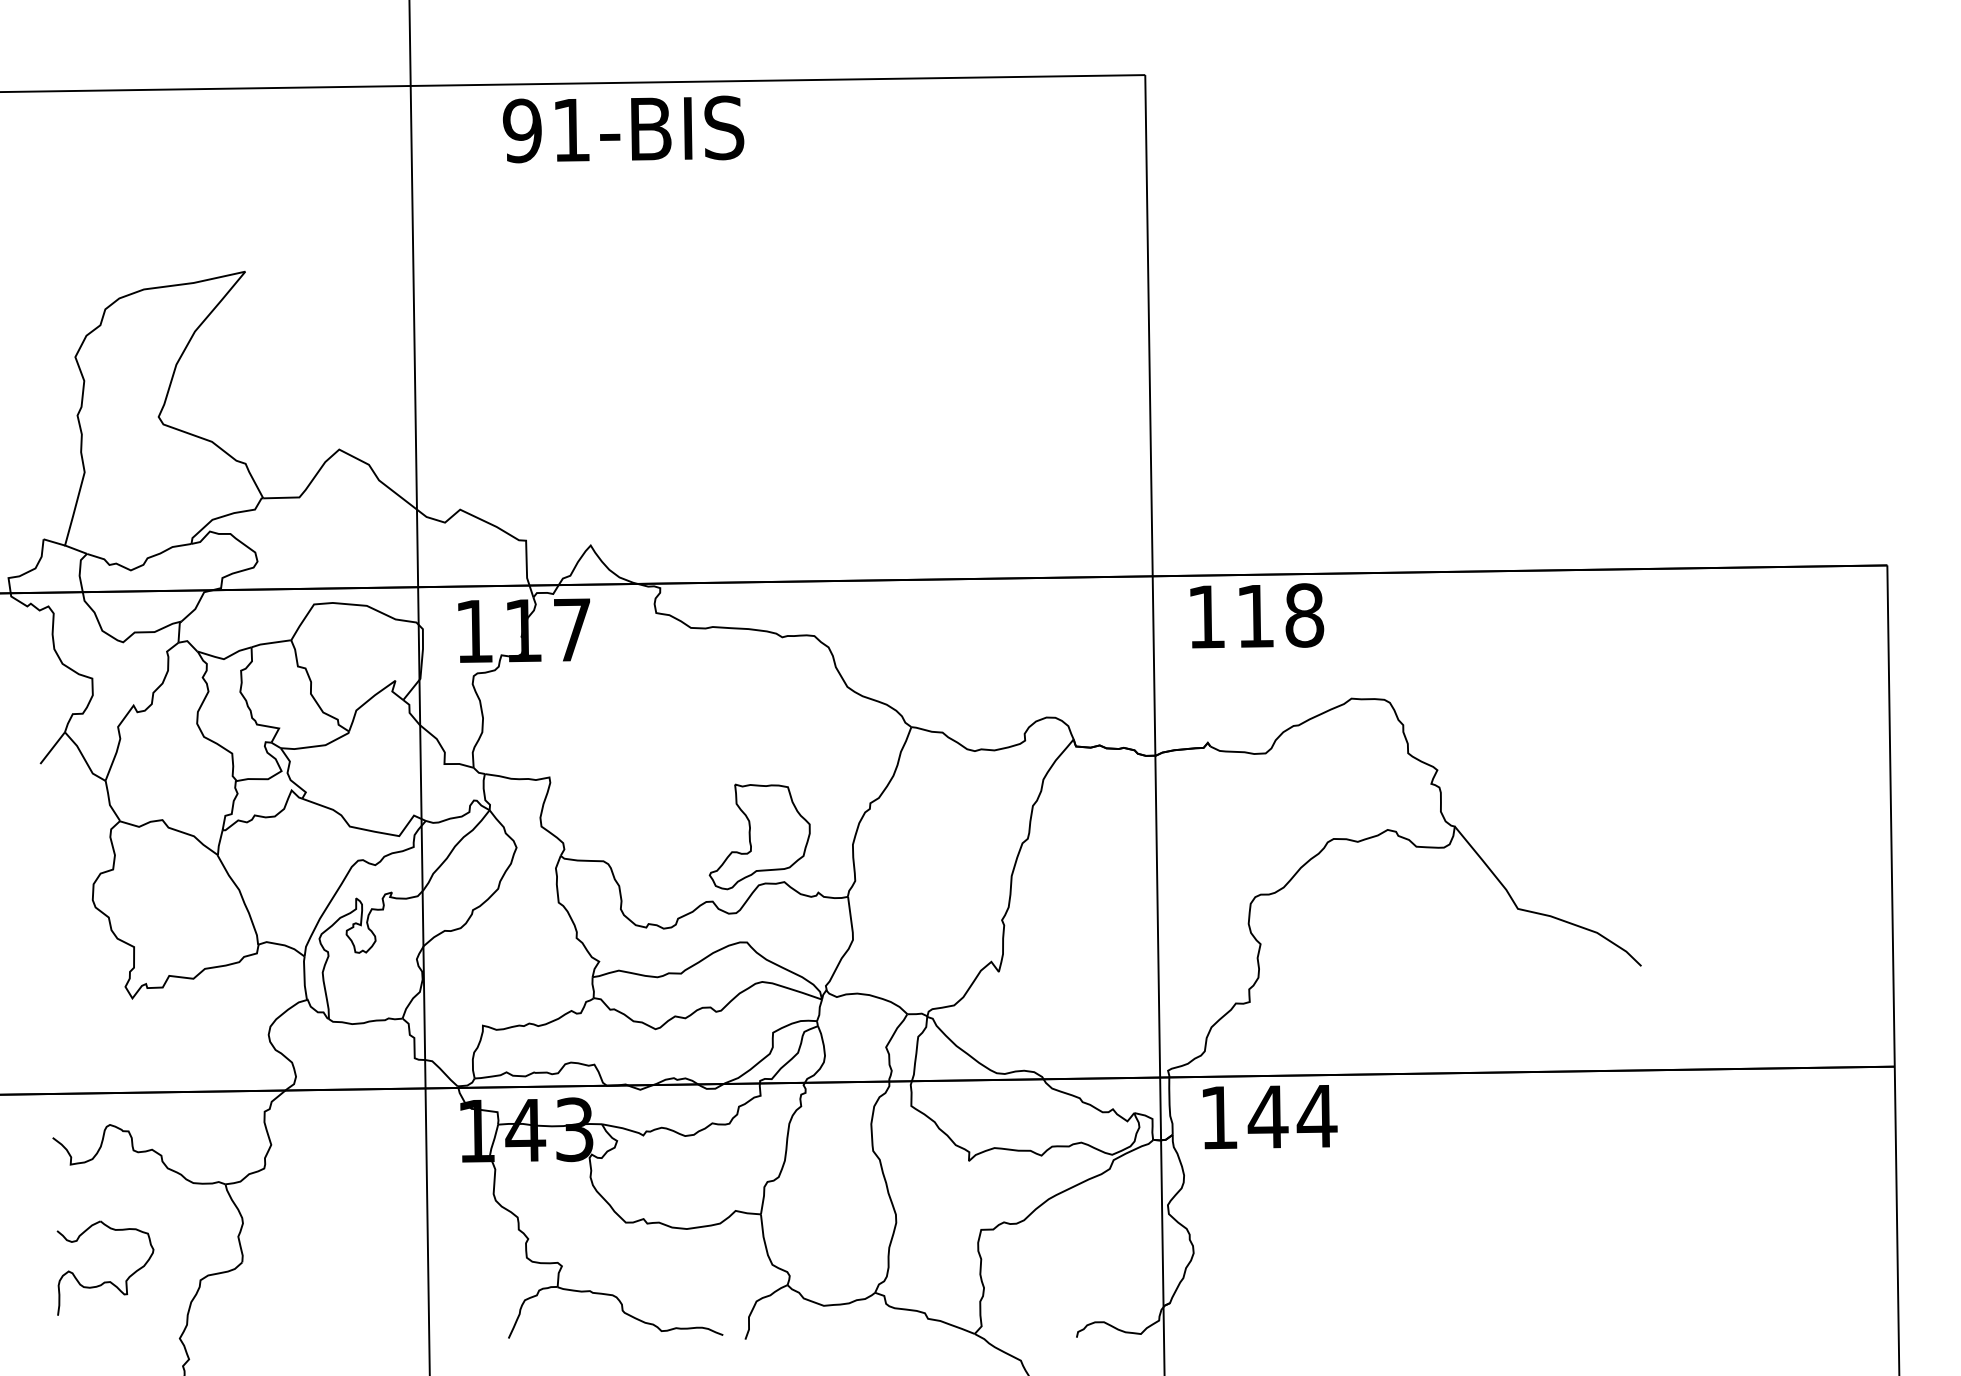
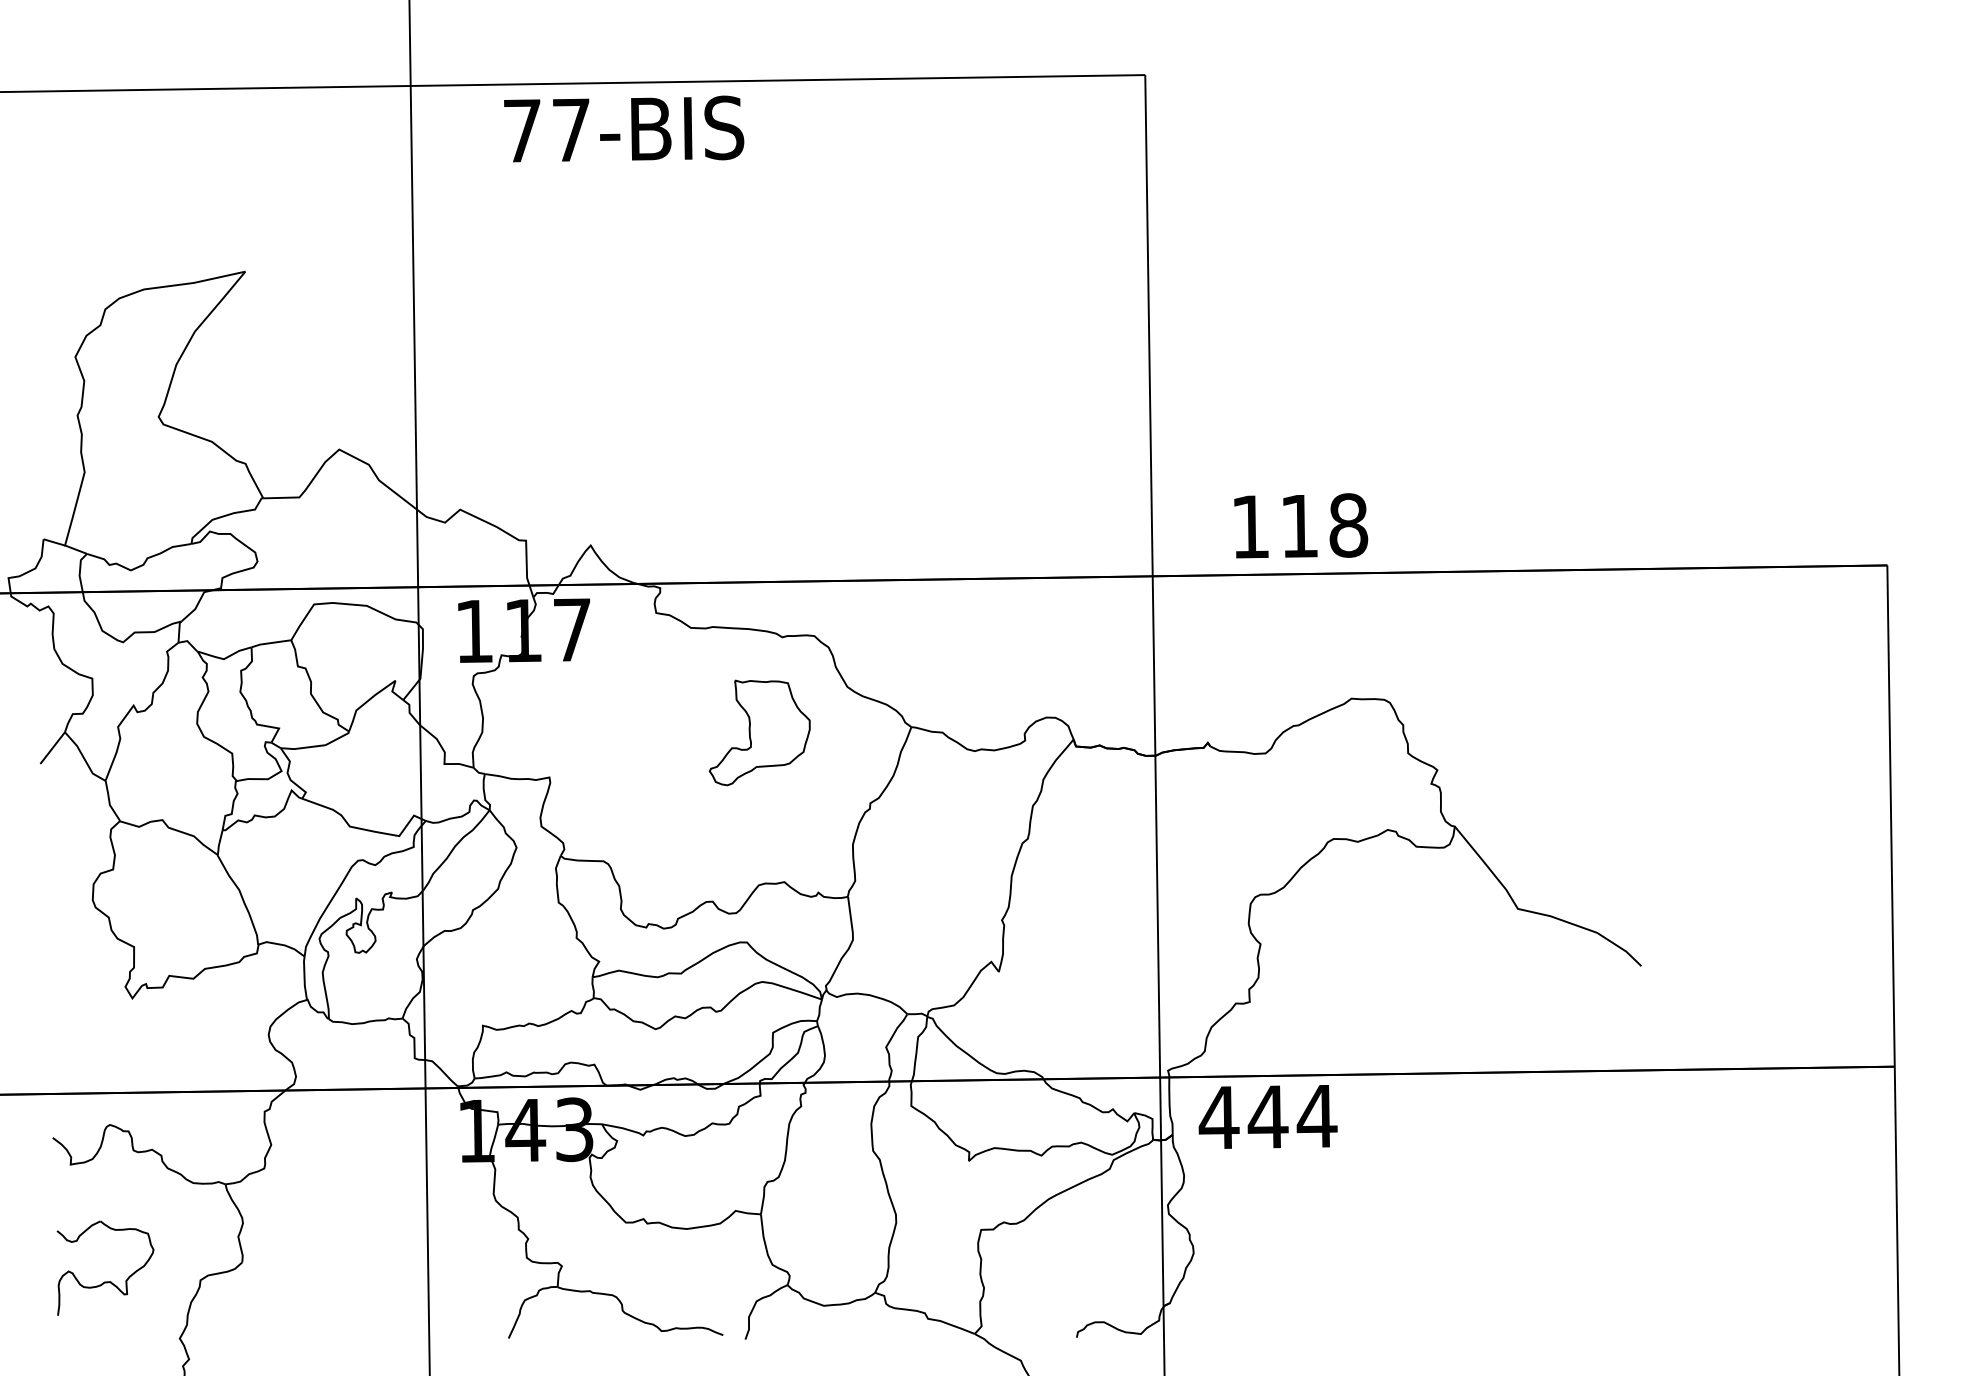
text at (546, 130): 91-BIS -> 77-BIS
text at (1257, 615) position: (1257, 615) -> (1301, 525)
part at (759, 836) position: (759, 836) -> (759, 732)
text at (1218, 1117): 144 -> 444
